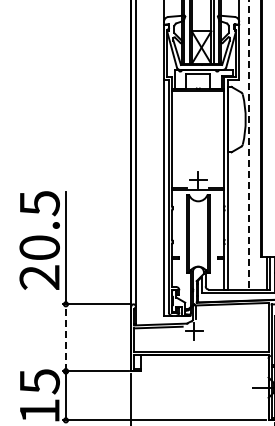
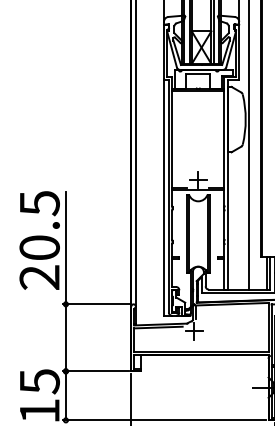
line at (249, 145): dashed -> solid
line at (65, 337): dashed -> solid
